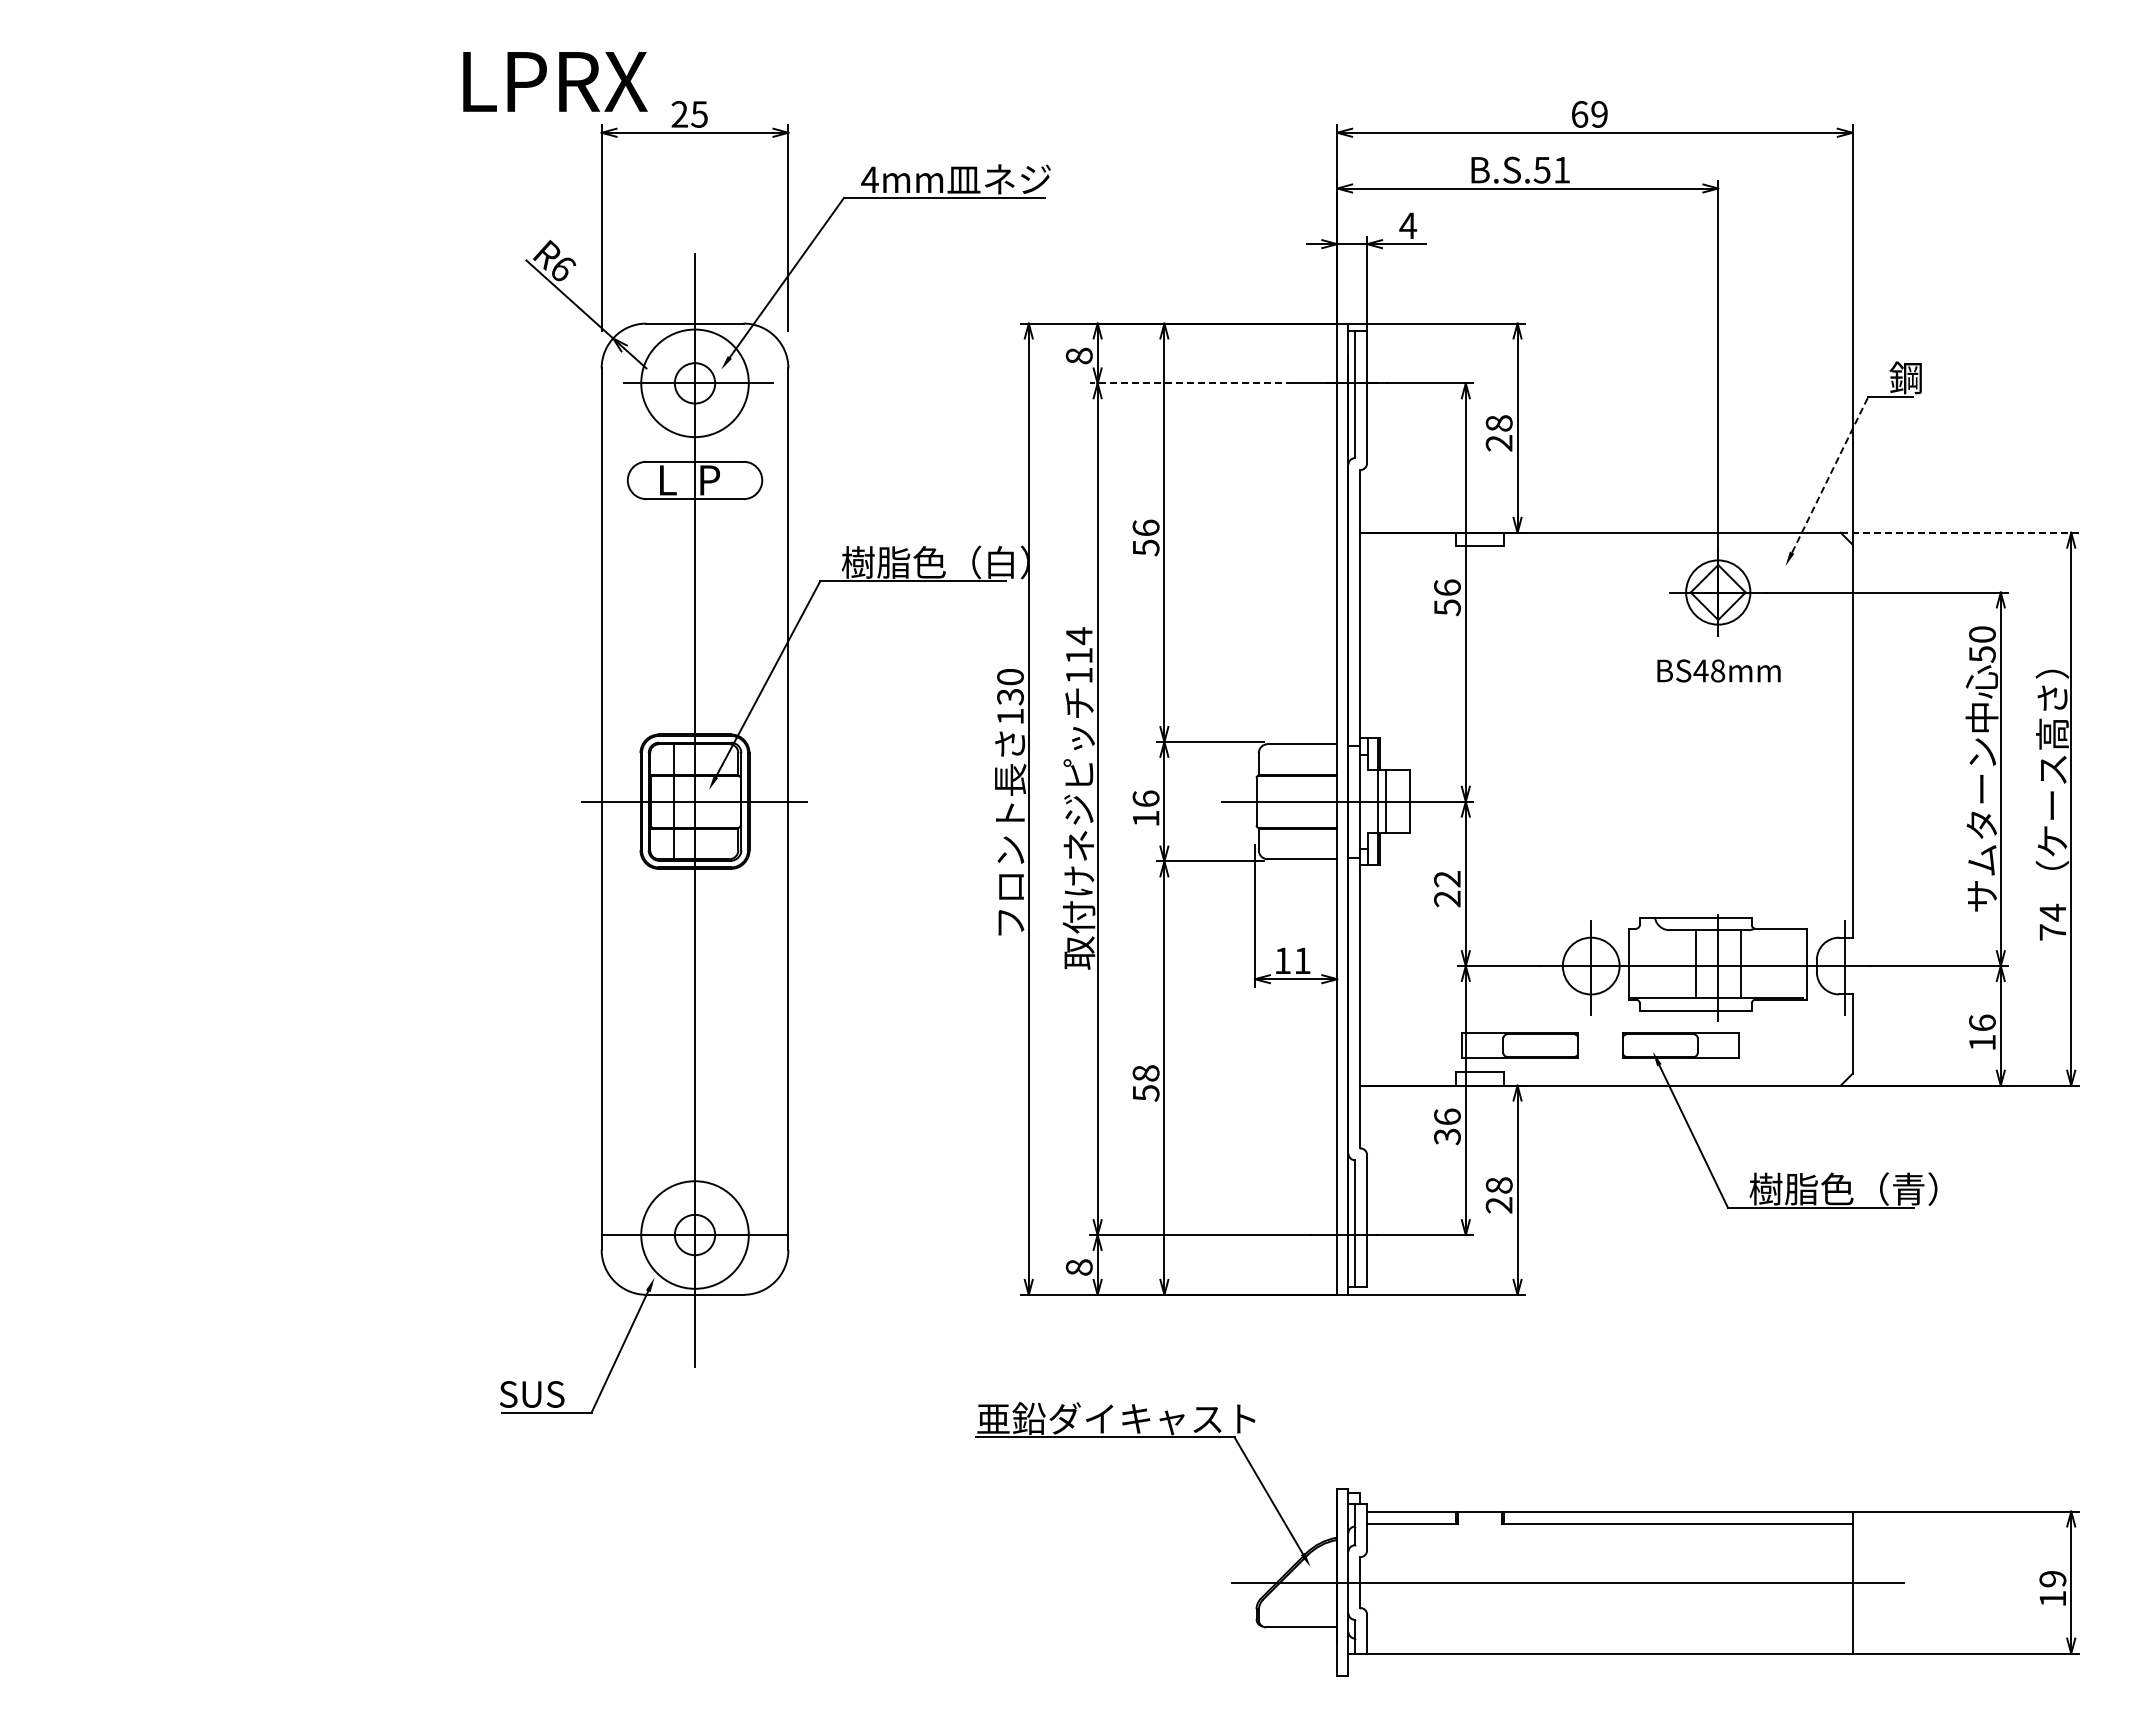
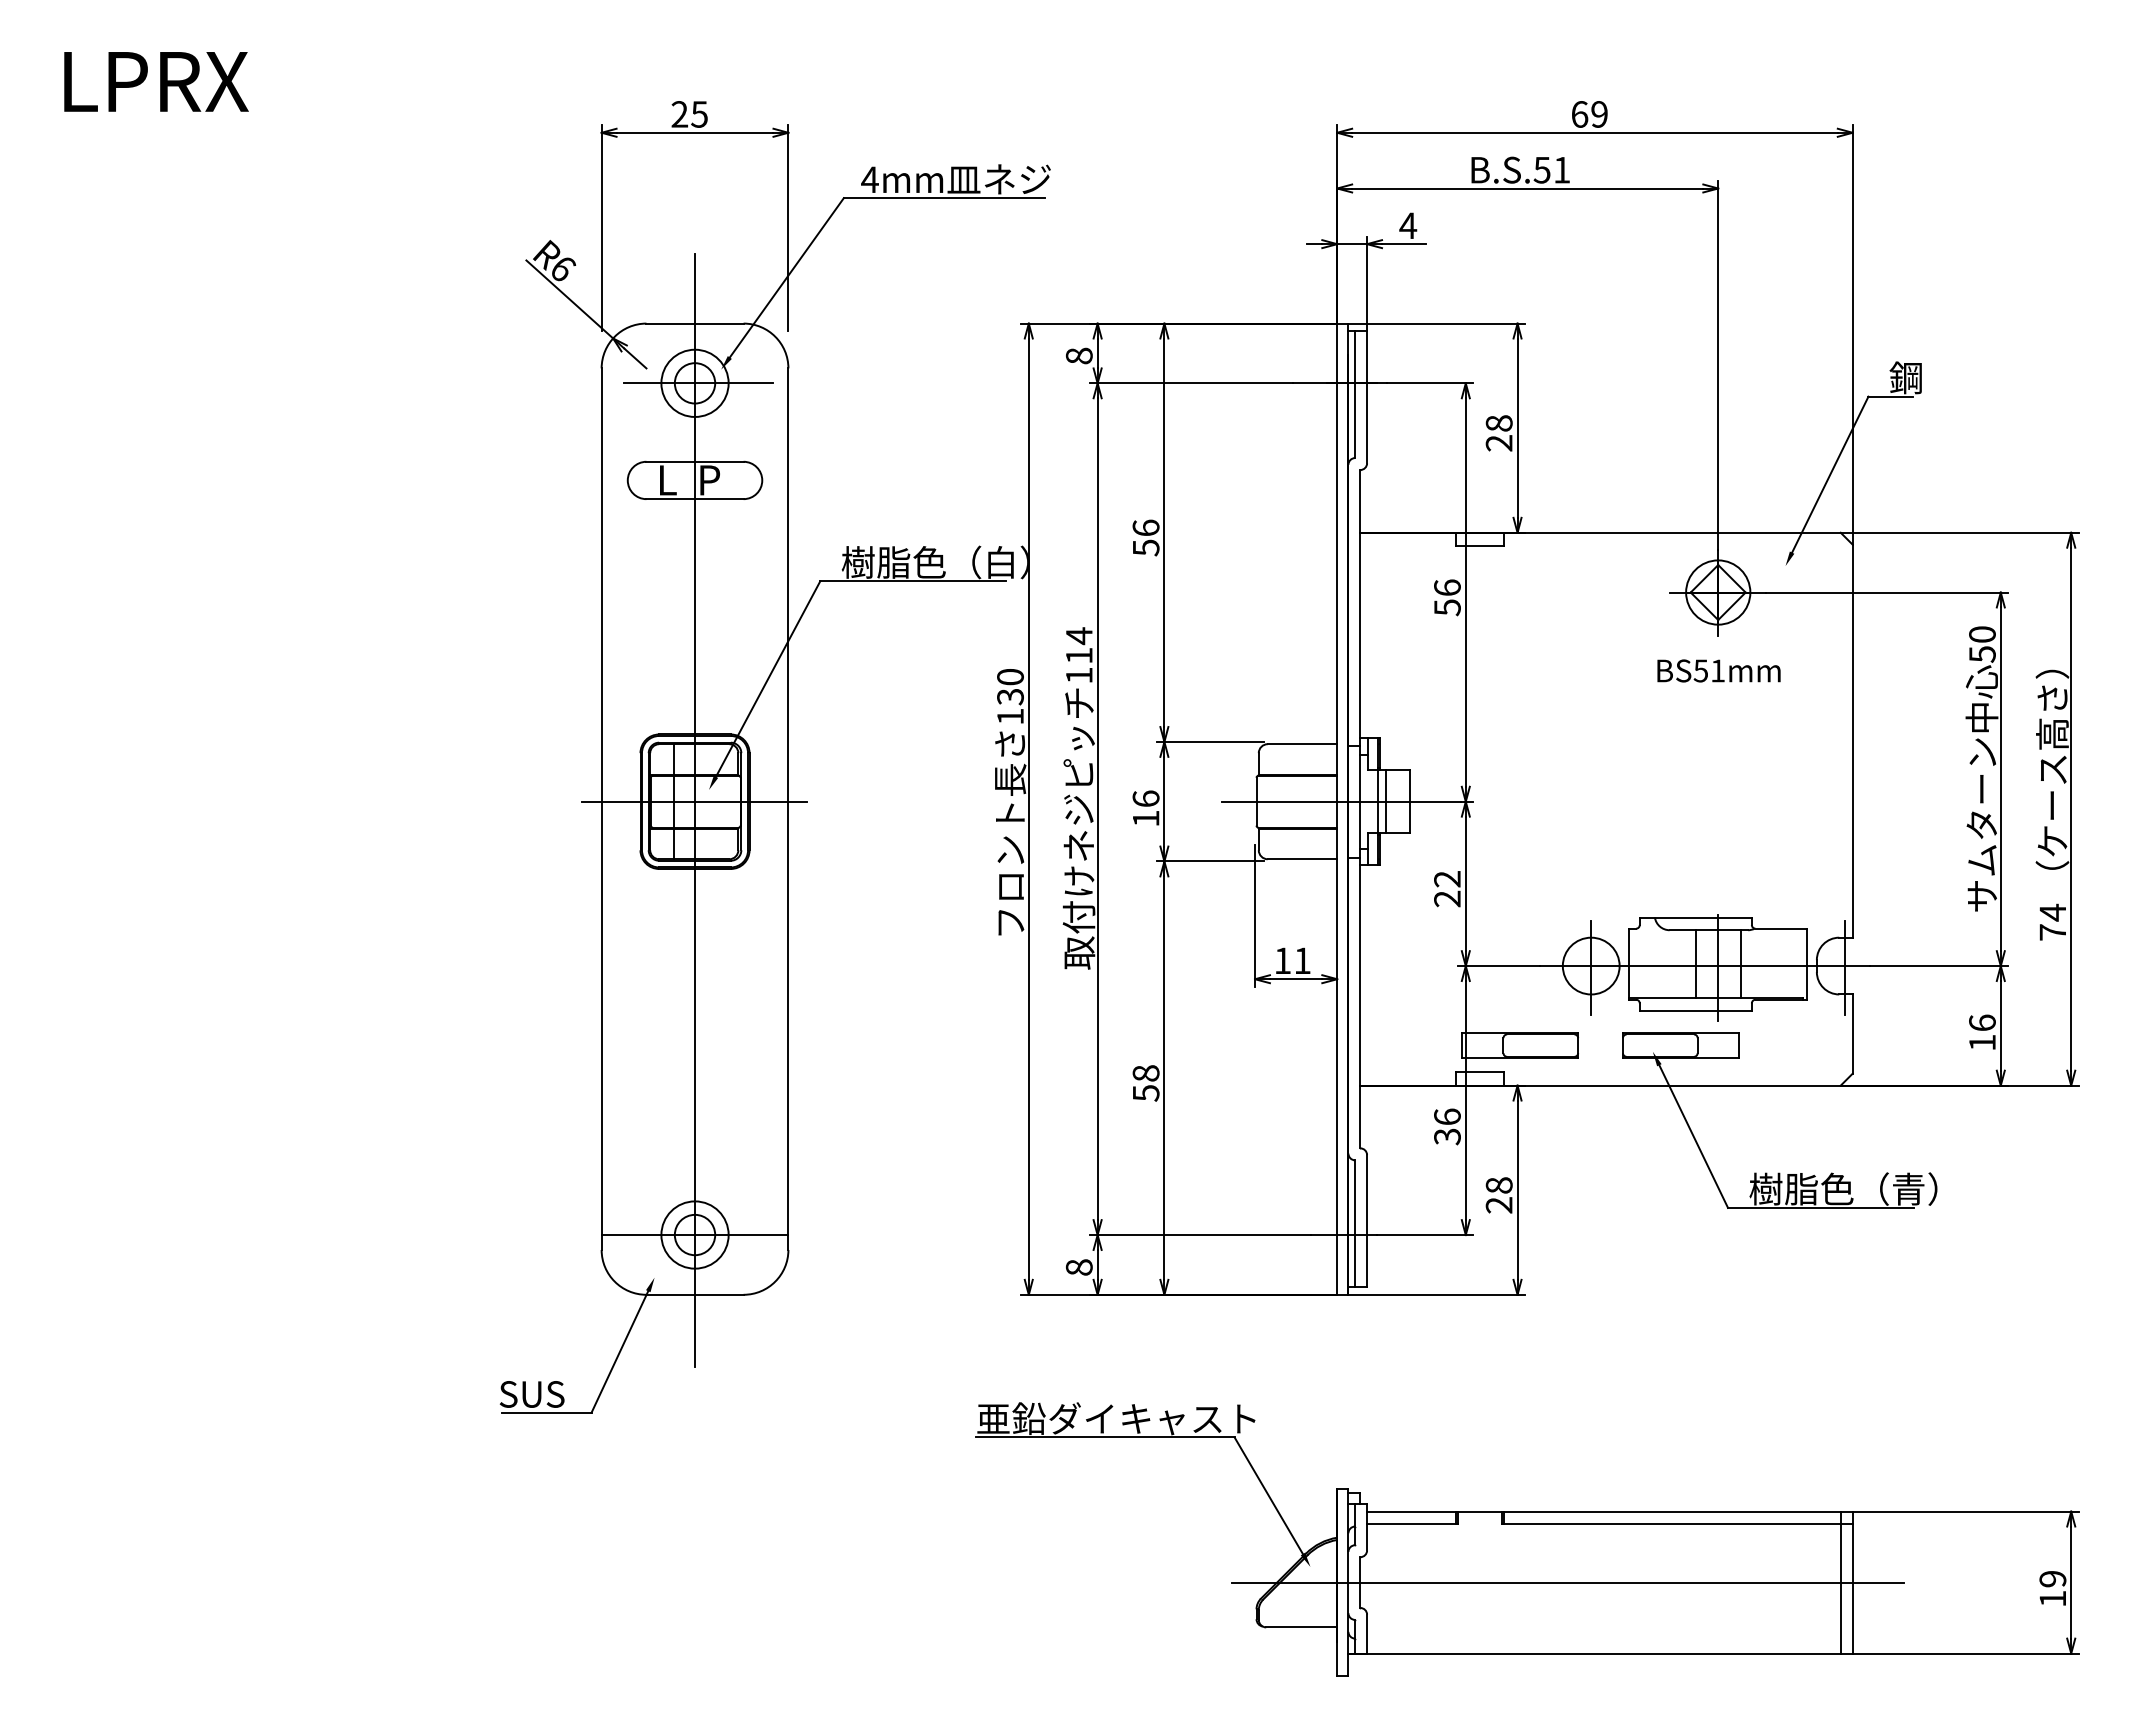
text at (555, 81) position: (555, 81) -> (156, 81)
circle at (694, 383) diameter: 108 px -> 67 px
line at (1191, 383): dashed -> solid
line at (1830, 474): dashed -> solid
line at (1959, 532): dashed -> solid
text at (1709, 670): BS48mm -> BS51mm
circle at (694, 1234) diameter: 108 px -> 67 px
line at (1840, 1582): none -> present
